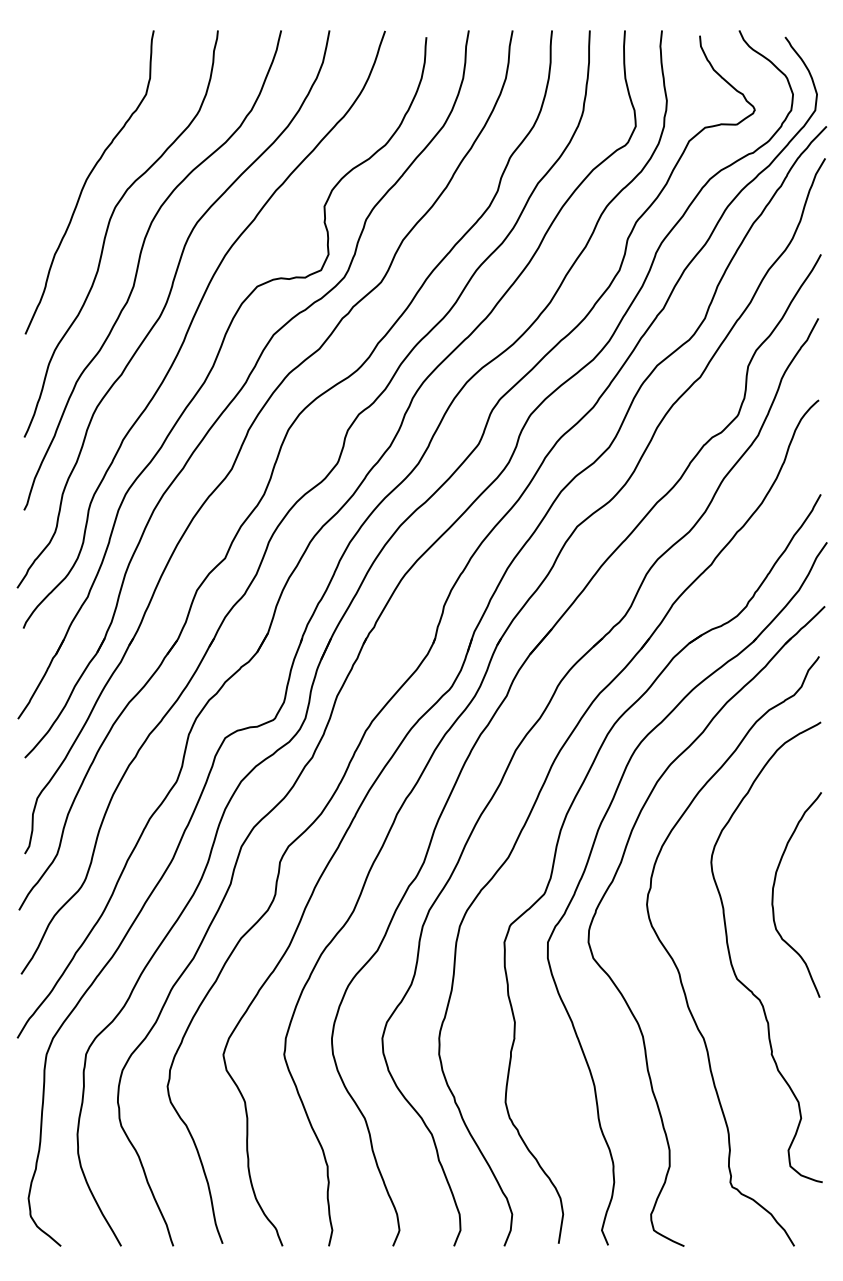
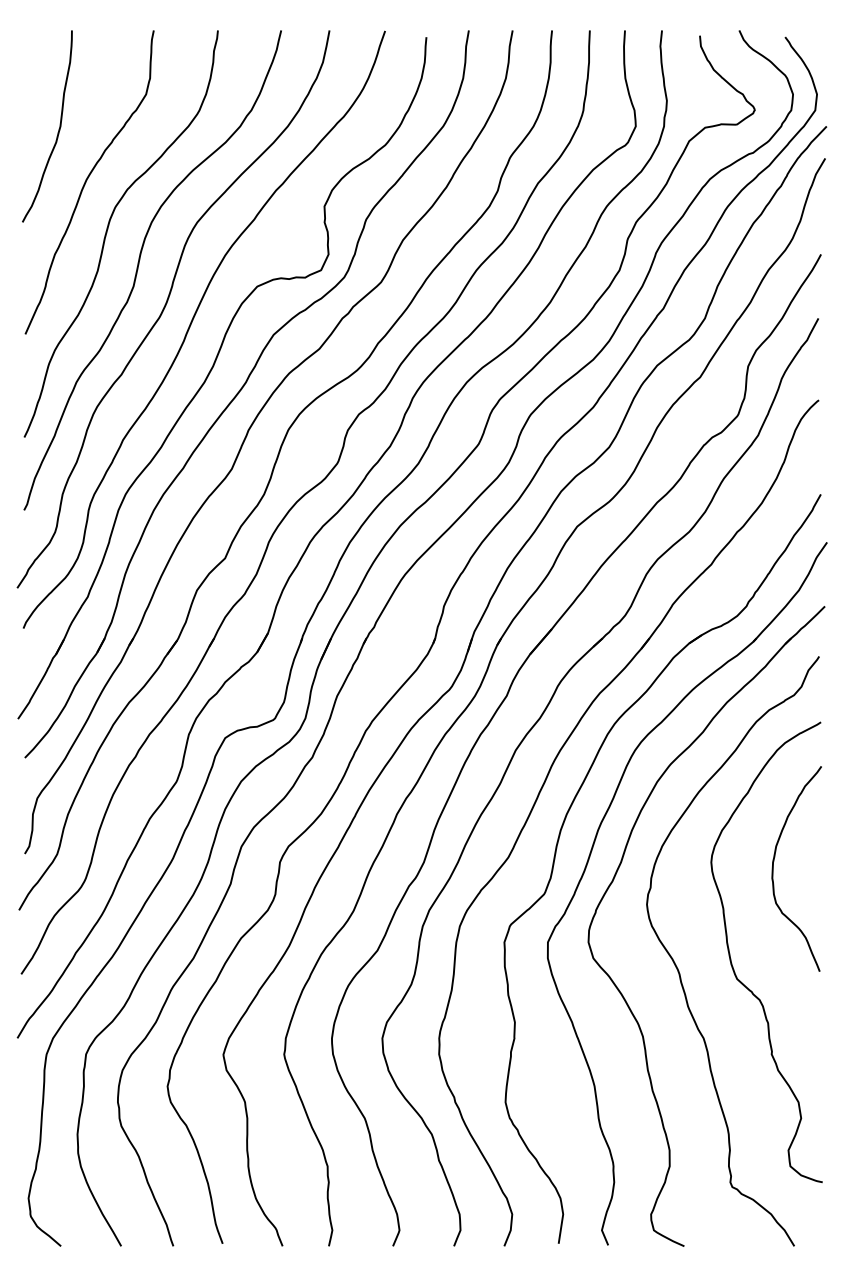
curve at (58, 129): none -> present
curve at (773, 894) position: (773, 894) -> (773, 868)
